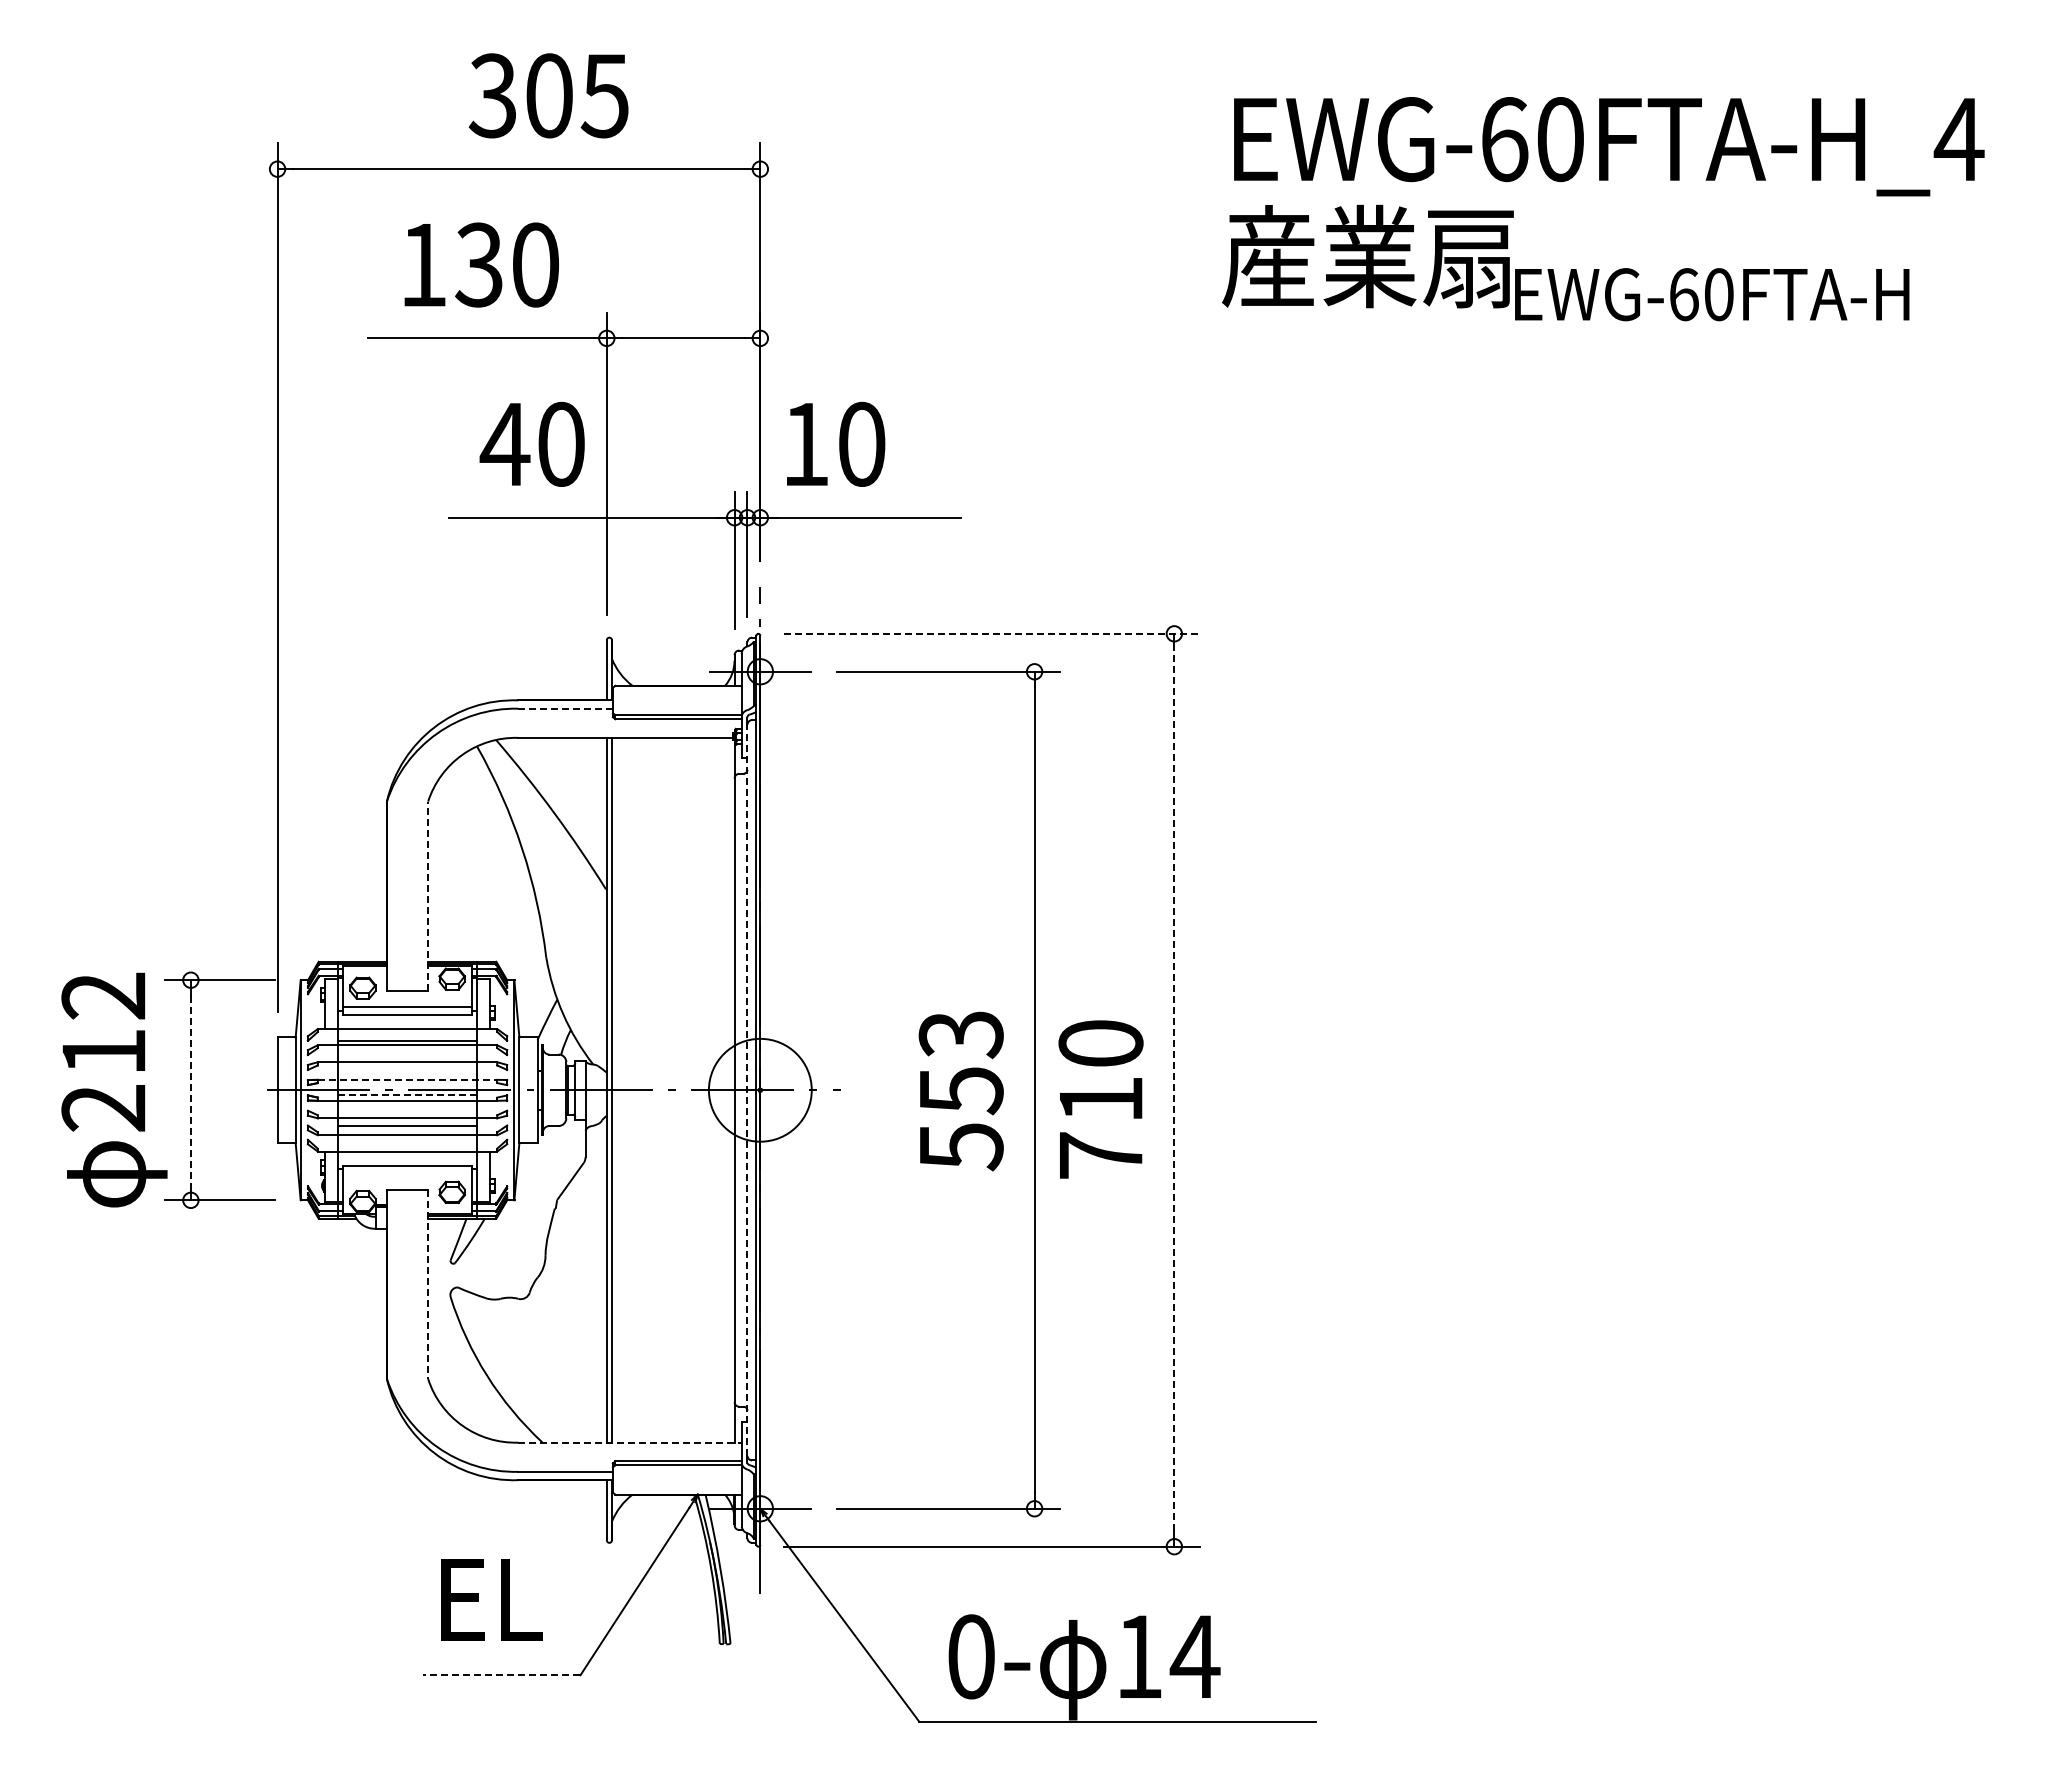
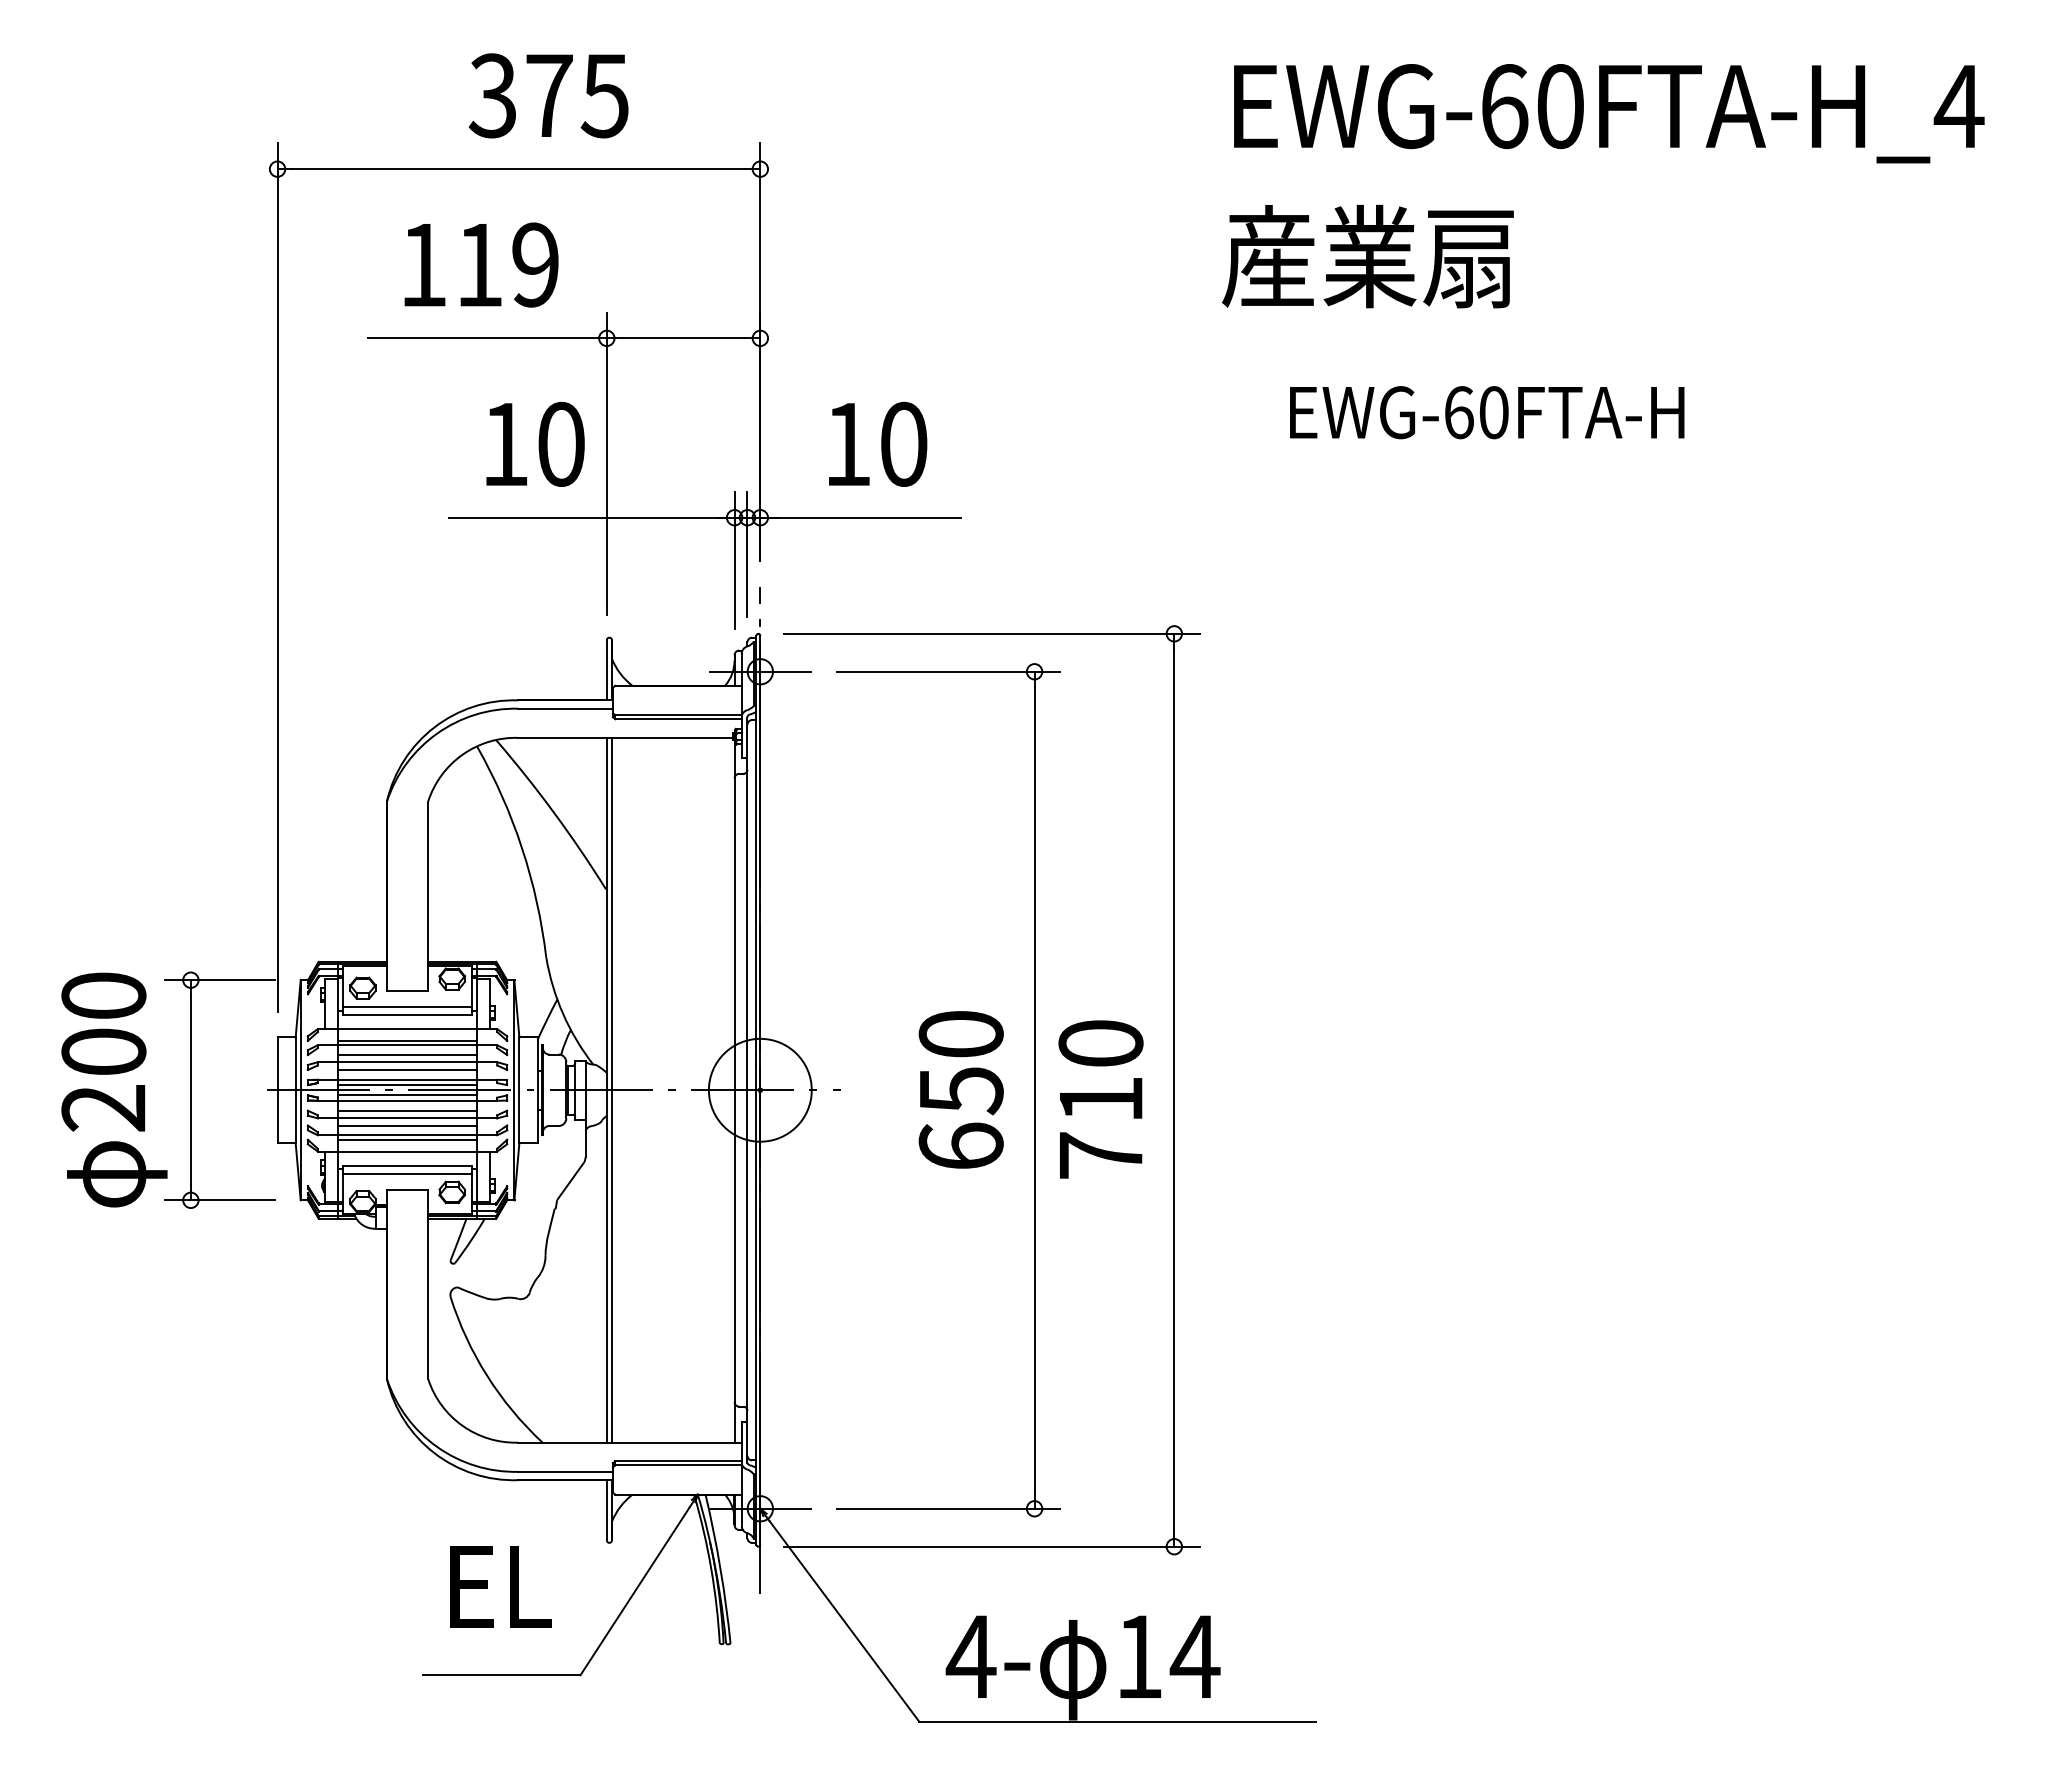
text at (549, 95): 305 -> 375
text at (1609, 146) position: (1609, 146) -> (1609, 113)
text at (506, 264): 130 -> 119
text at (1712, 294) position: (1712, 294) -> (1487, 412)
text at (836, 443) position: (836, 443) -> (878, 443)
text at (504, 444): 40 -> 10
line at (992, 633): dashed -> solid
line at (565, 708): dashed -> solid
line at (428, 896): dashed -> solid
text at (103, 1023): 212 -> 200
line at (407, 1055): none -> present
line at (407, 1069): none -> present
line at (407, 1079): dashed -> solid
line at (407, 1085): none -> present
line at (1174, 1089): dashed -> solid
line at (190, 1090): dashed -> solid
line at (747, 1090): dashed -> solid
text at (960, 1091): 553 -> 650
line at (407, 1095): dashed -> solid
line at (407, 1110): none -> present
line at (407, 1139): none -> present
line at (407, 1173): none -> present
line at (428, 1284): dashed -> solid
line at (629, 1442): dashed -> solid
text at (491, 1599) position: (491, 1599) -> (500, 1586)
text at (970, 1656): 0- -> 4-
line at (501, 1675): dashed -> solid
